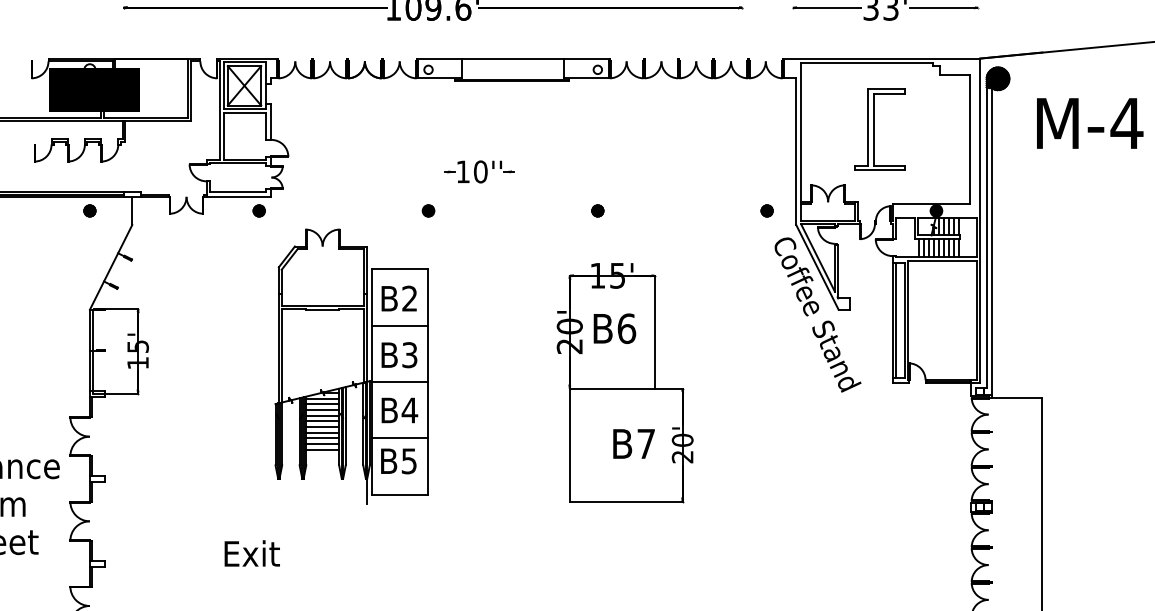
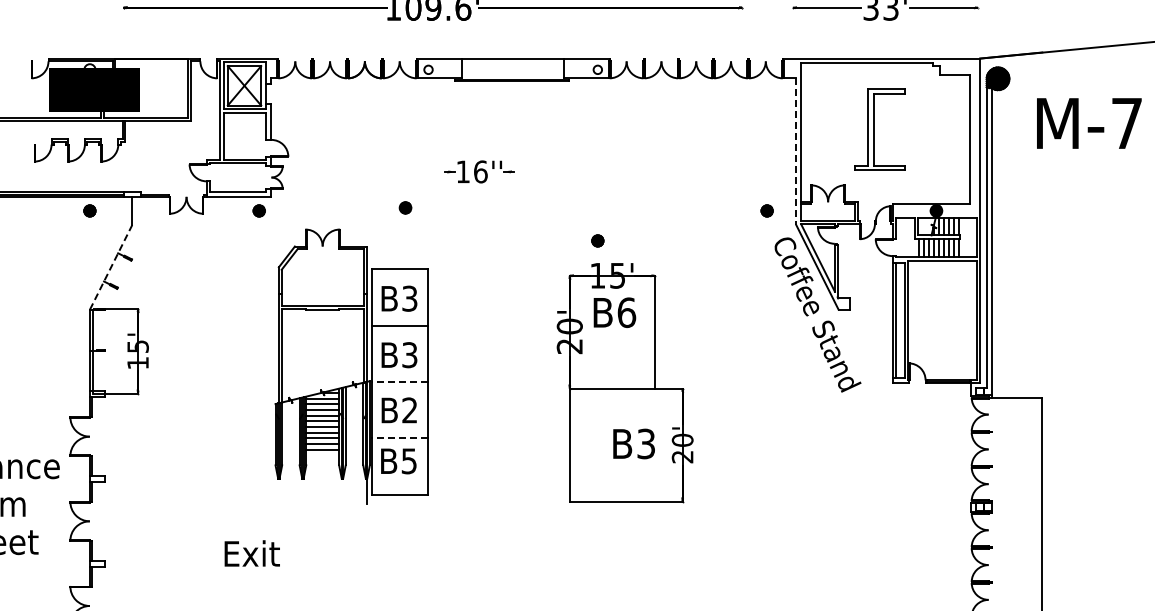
text at (1126, 123): M-4 -> M-7
line at (796, 152): solid -> dashed
text at (480, 171): 10'' -> 16''
part at (428, 210) position: (428, 210) -> (405, 207)
part at (597, 210) position: (597, 210) -> (597, 240)
line at (111, 266): solid -> dashed
text at (409, 298): B2 -> B3
text at (614, 328) position: (614, 328) -> (614, 312)
line at (399, 381): solid -> dashed
text at (409, 410): B4 -> B2
line at (399, 438): solid -> dashed
text at (645, 443): B7 -> B3
